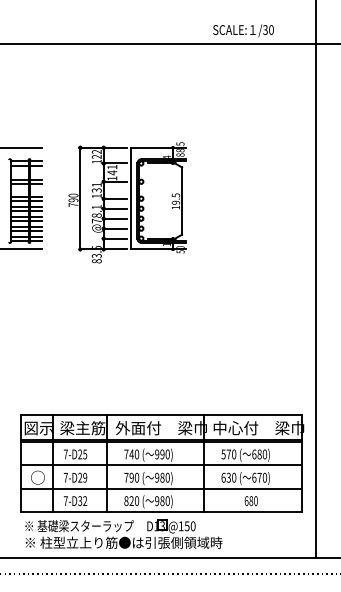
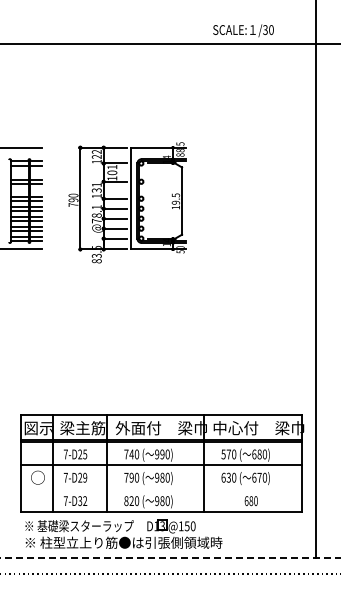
text at (112, 172): 141 -> 101
line at (161, 488): present -> none
line at (169, 558): solid -> dashed
